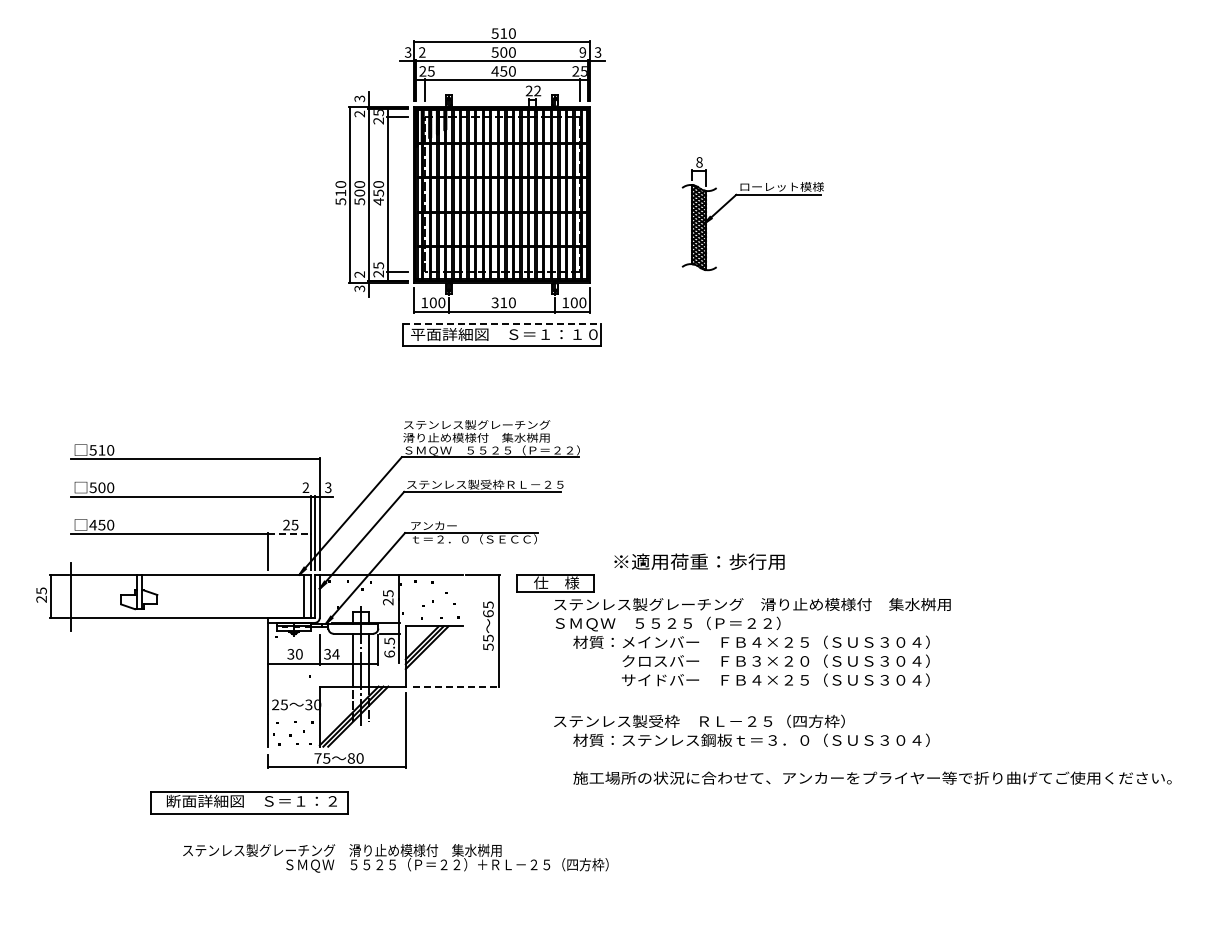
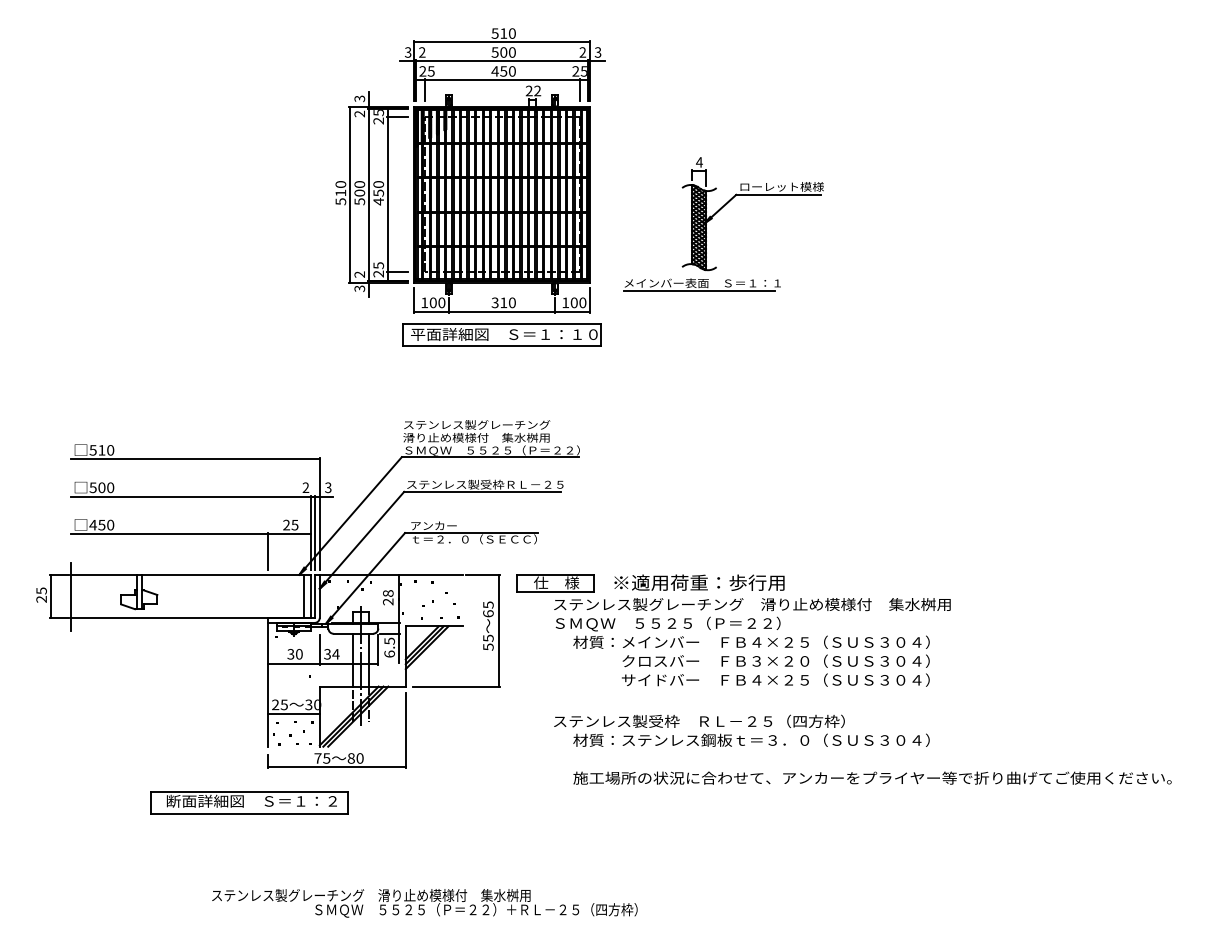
text at (582, 52): 9 -> 2
text at (699, 162): 8 -> 4
part at (701, 284): none -> present
line at (502, 323): dashed -> solid
line at (289, 534): dashed -> solid
text at (699, 561) position: (699, 561) -> (699, 582)
text at (388, 593): 25 -> 28
line at (457, 686): dashed -> solid
line at (293, 714): none -> present
text at (395, 858) position: (395, 858) -> (424, 903)
